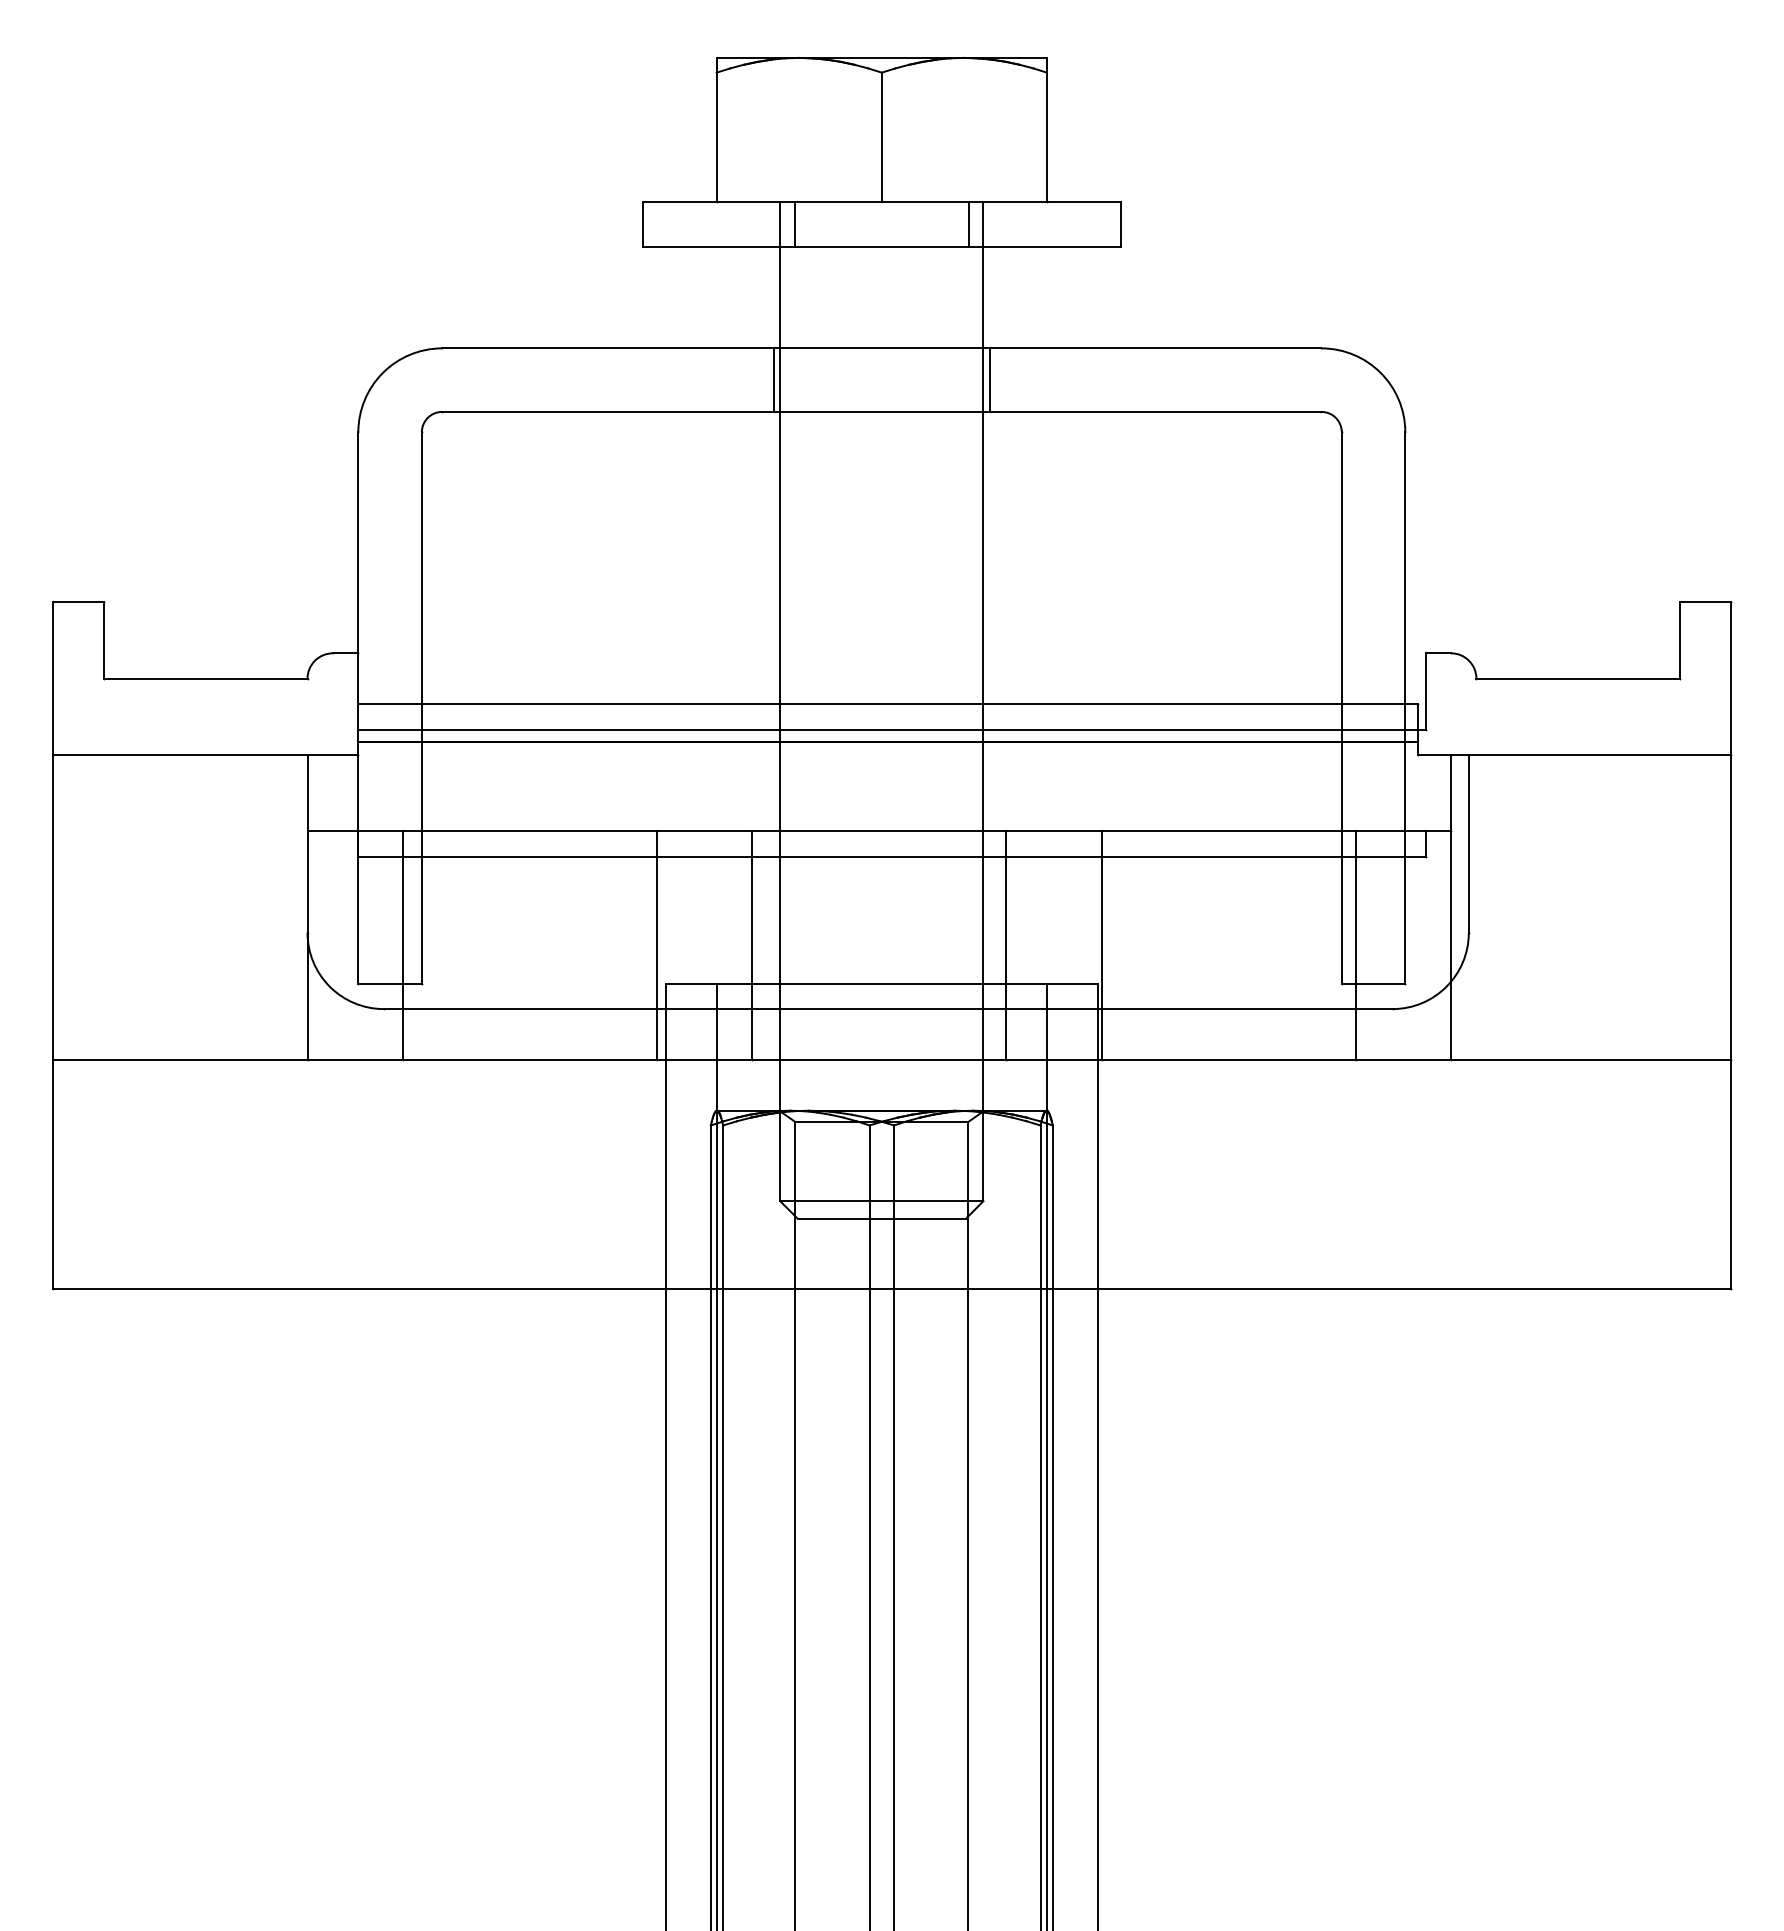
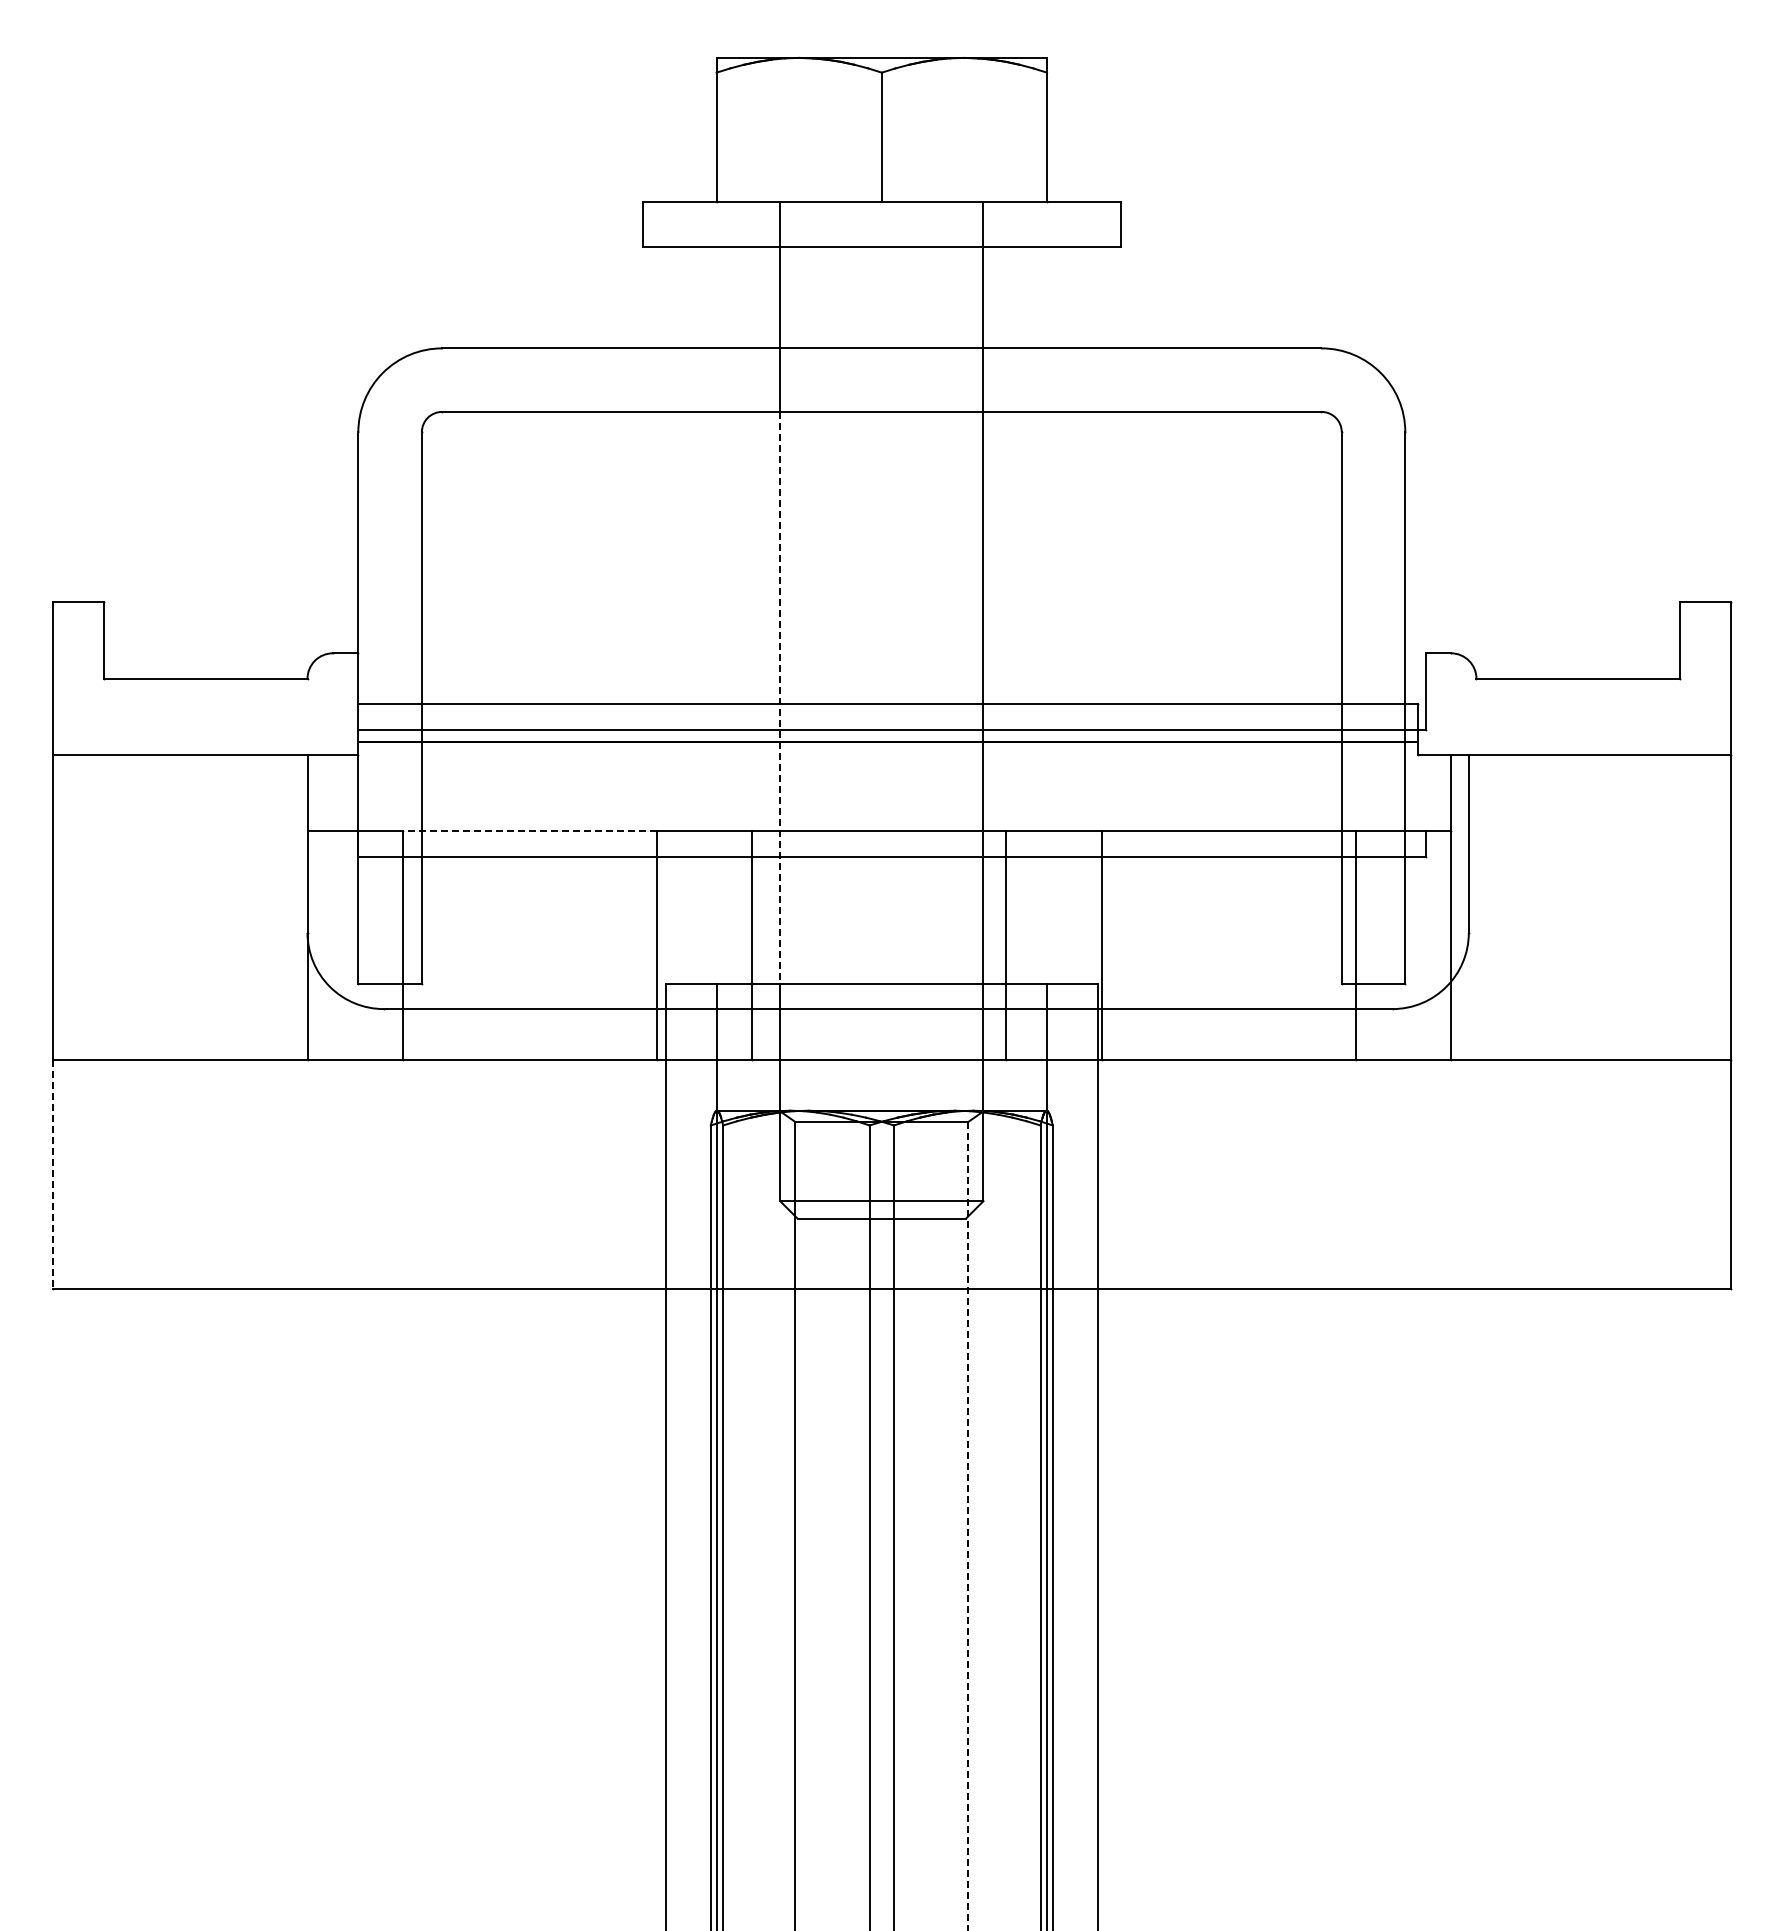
line at (794, 224): present -> none
line at (969, 224): present -> none
line at (773, 379): present -> none
line at (989, 379): present -> none
line at (780, 697): solid -> dashed
line at (529, 831): solid -> dashed
line at (53, 1174): solid -> dashed
line at (968, 1525): solid -> dashed
